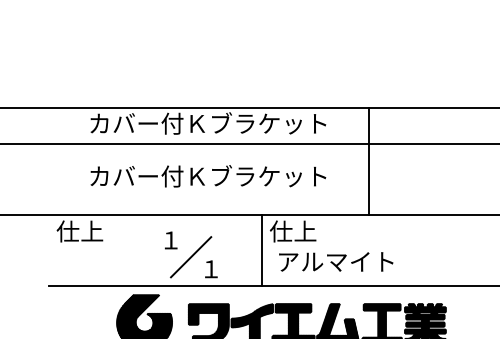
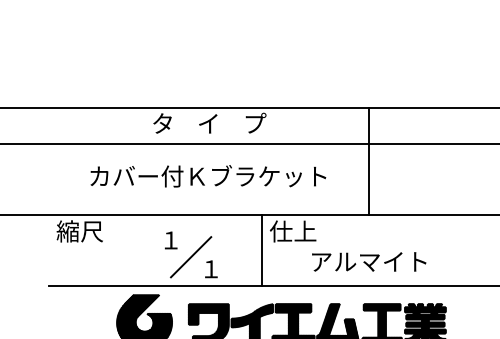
text at (208, 123): カバー付Ｋブラケット -> タ    イ    プ
text at (79, 231): 仕上 -> 縮尺
text at (336, 261) position: (336, 261) -> (369, 261)
